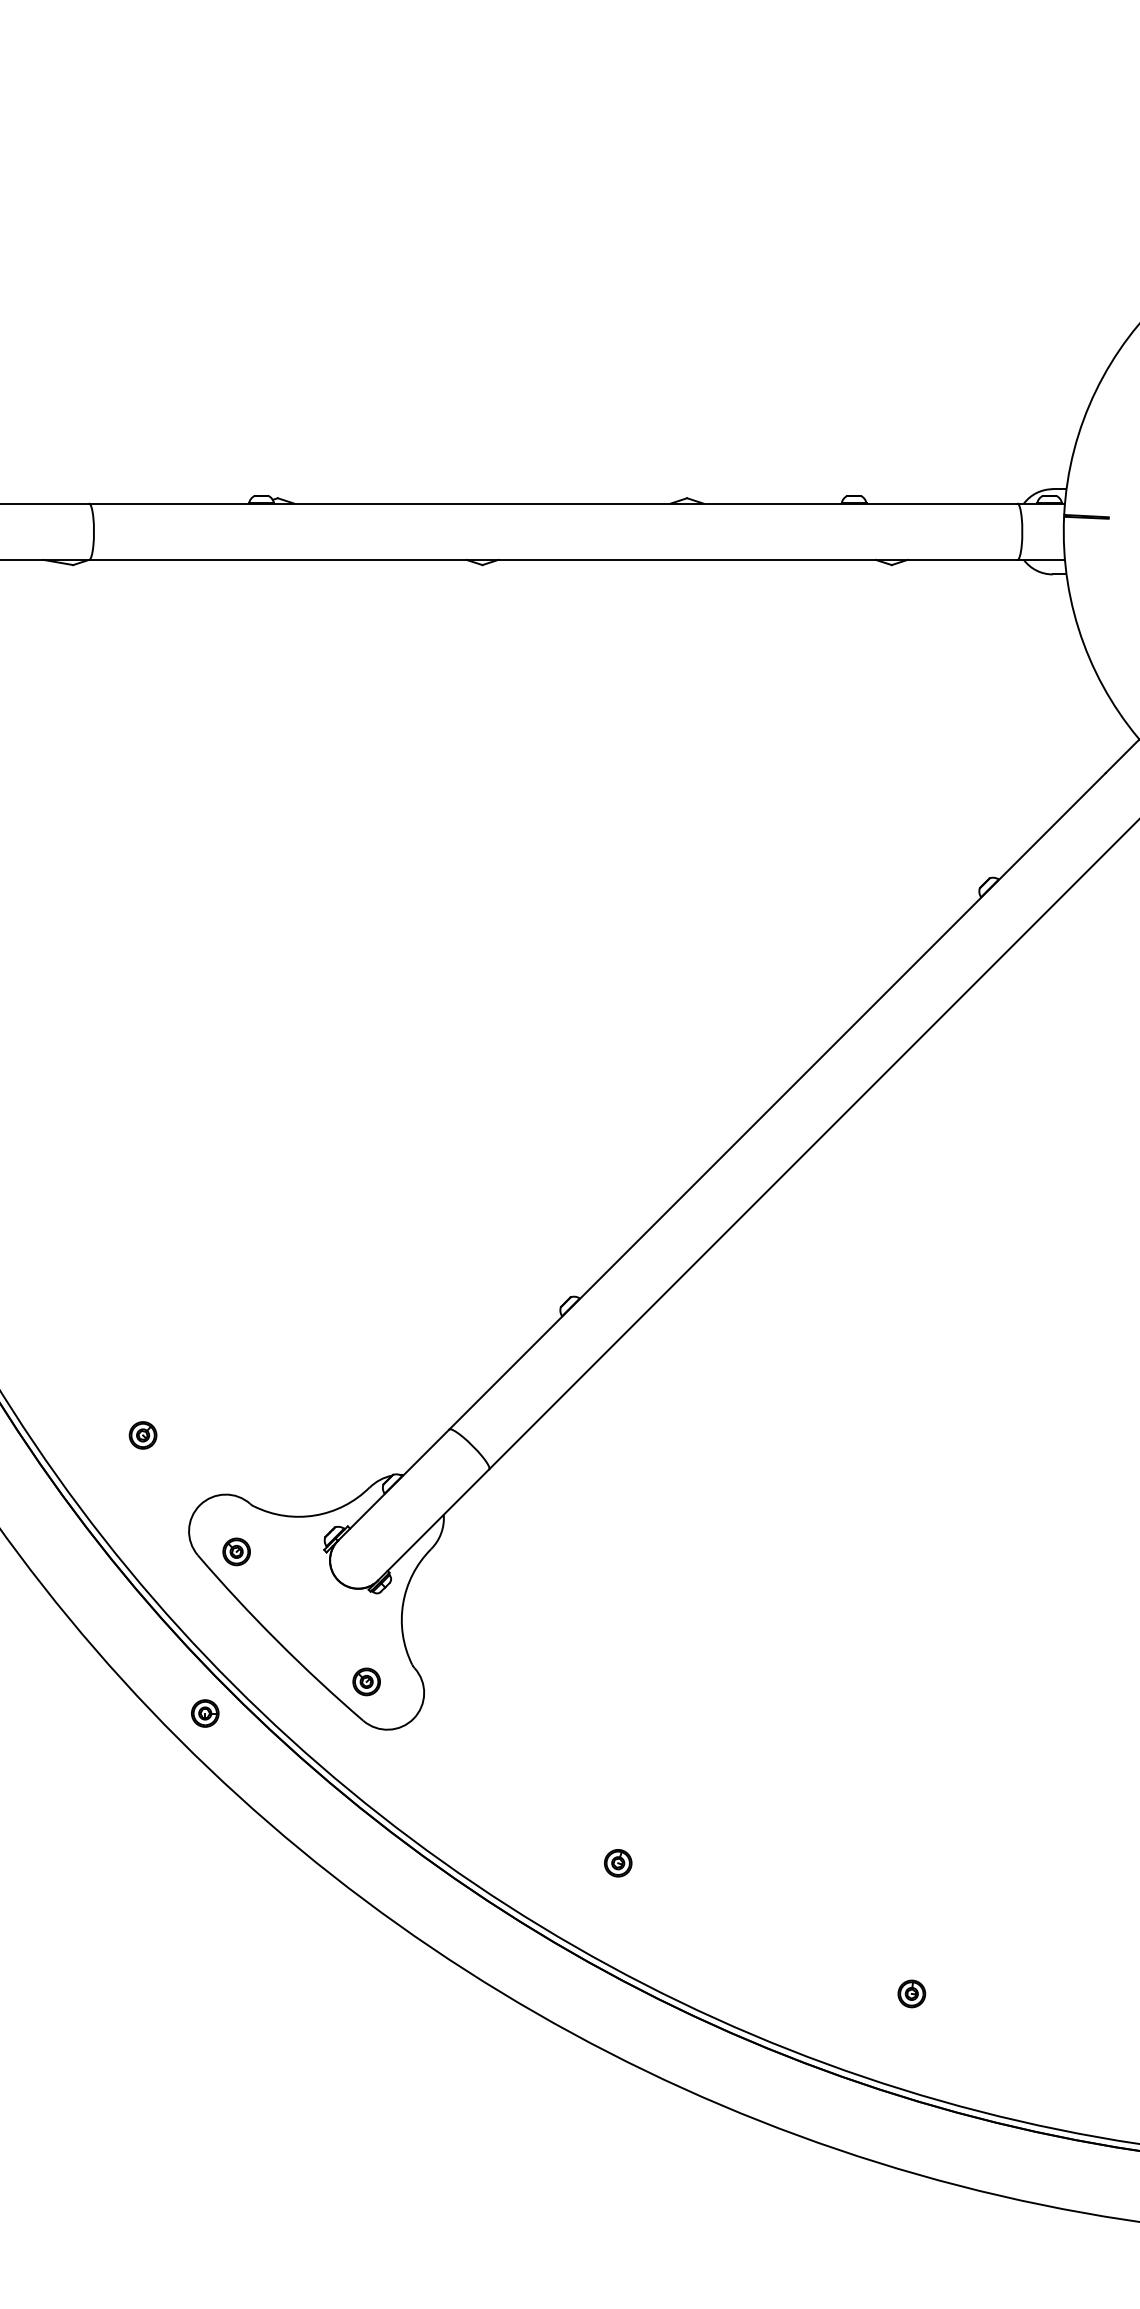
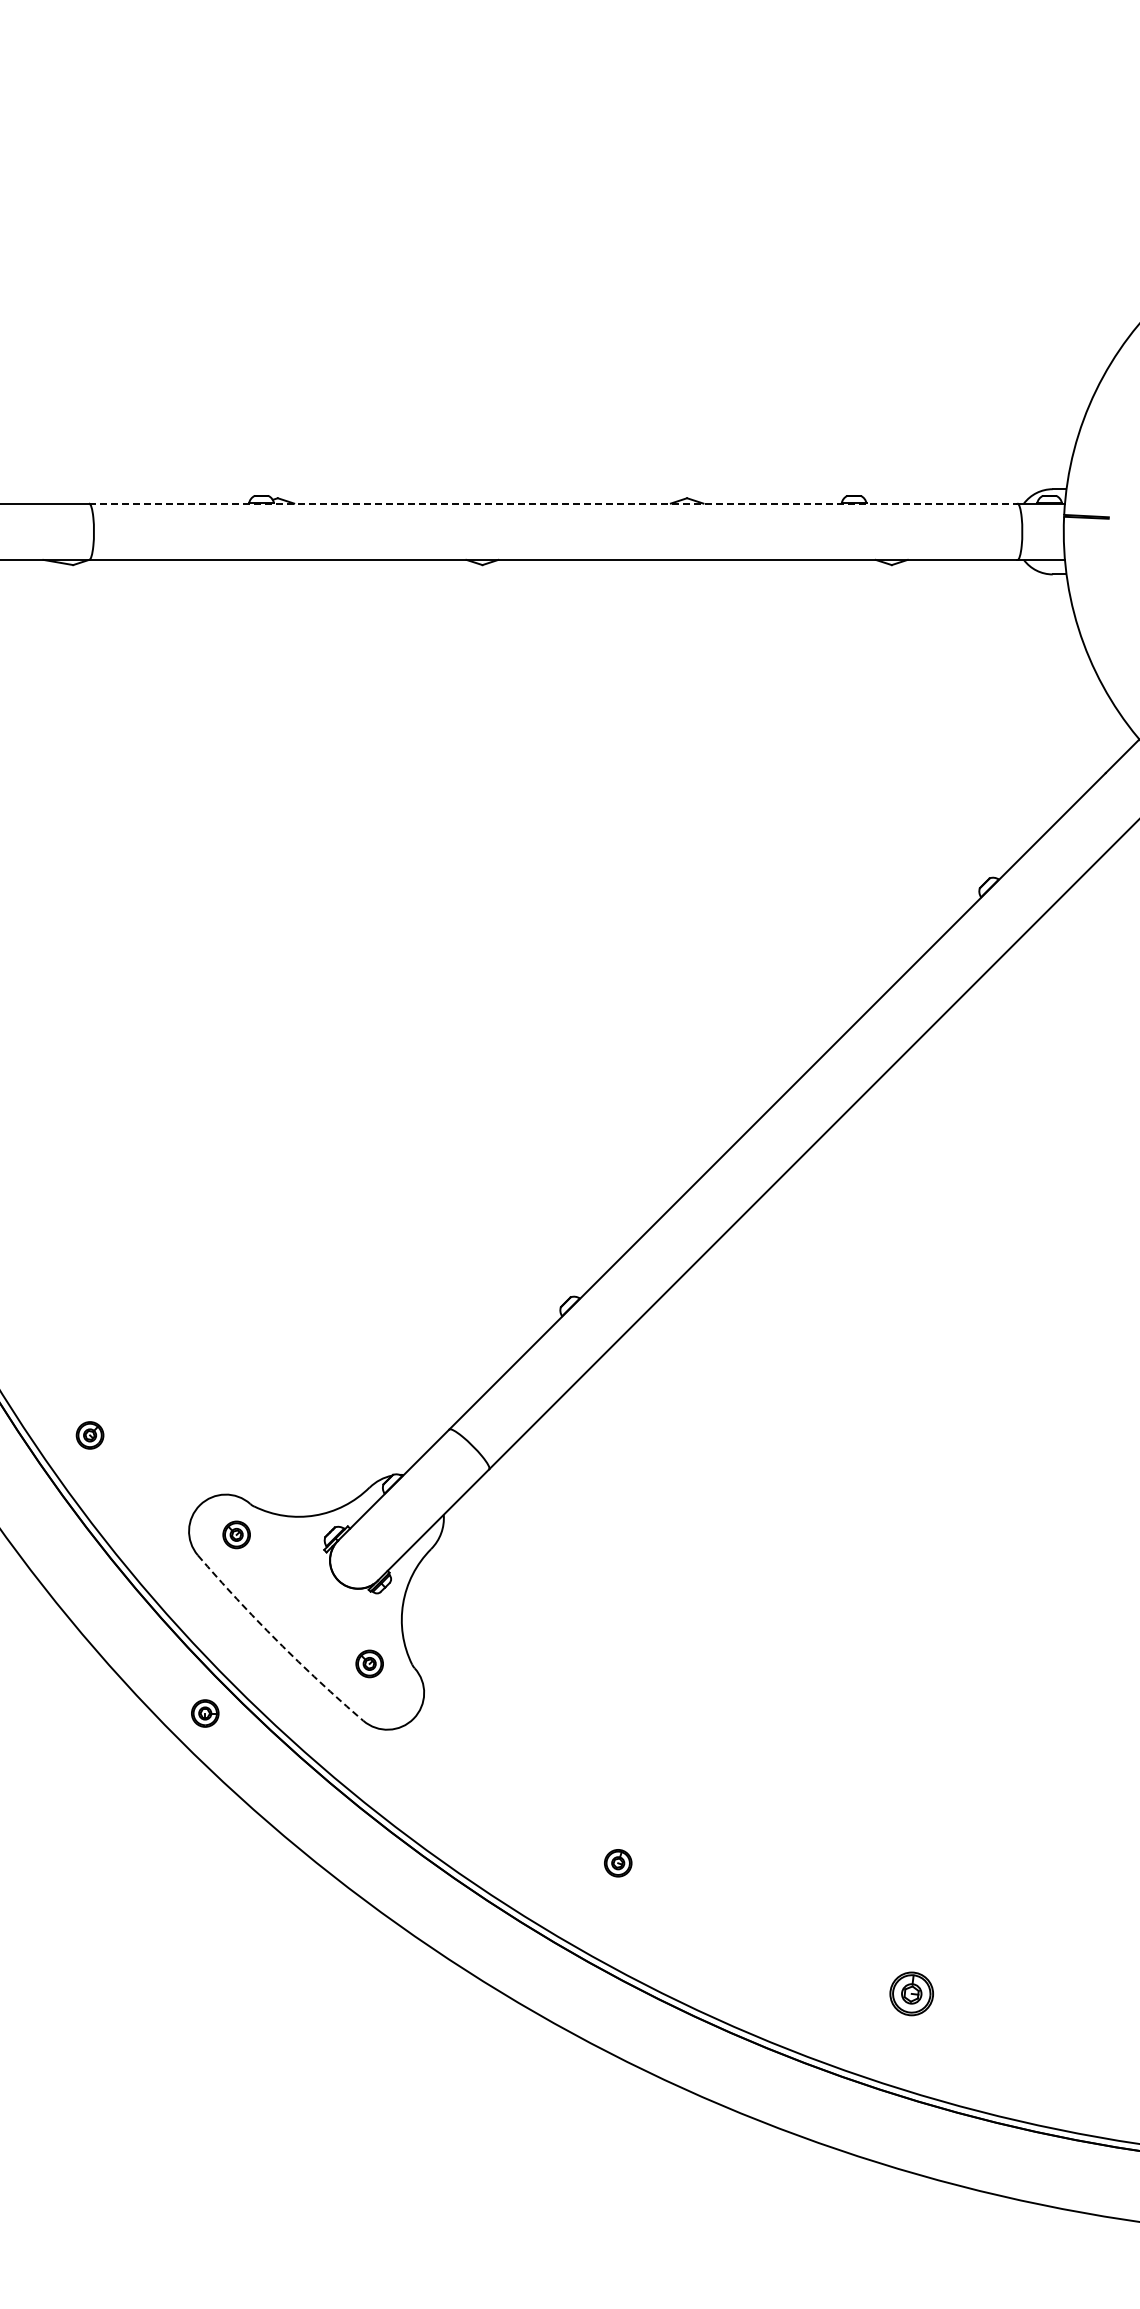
line at (553, 503): solid -> dashed
part at (142, 1435) position: (142, 1435) -> (89, 1435)
part at (236, 1551) position: (236, 1551) -> (236, 1534)
arc at (277, 1641): solid -> dashed
part at (366, 1681) position: (366, 1681) -> (369, 1663)
part at (911, 1993) size: 30x30 px -> 45x46 px
